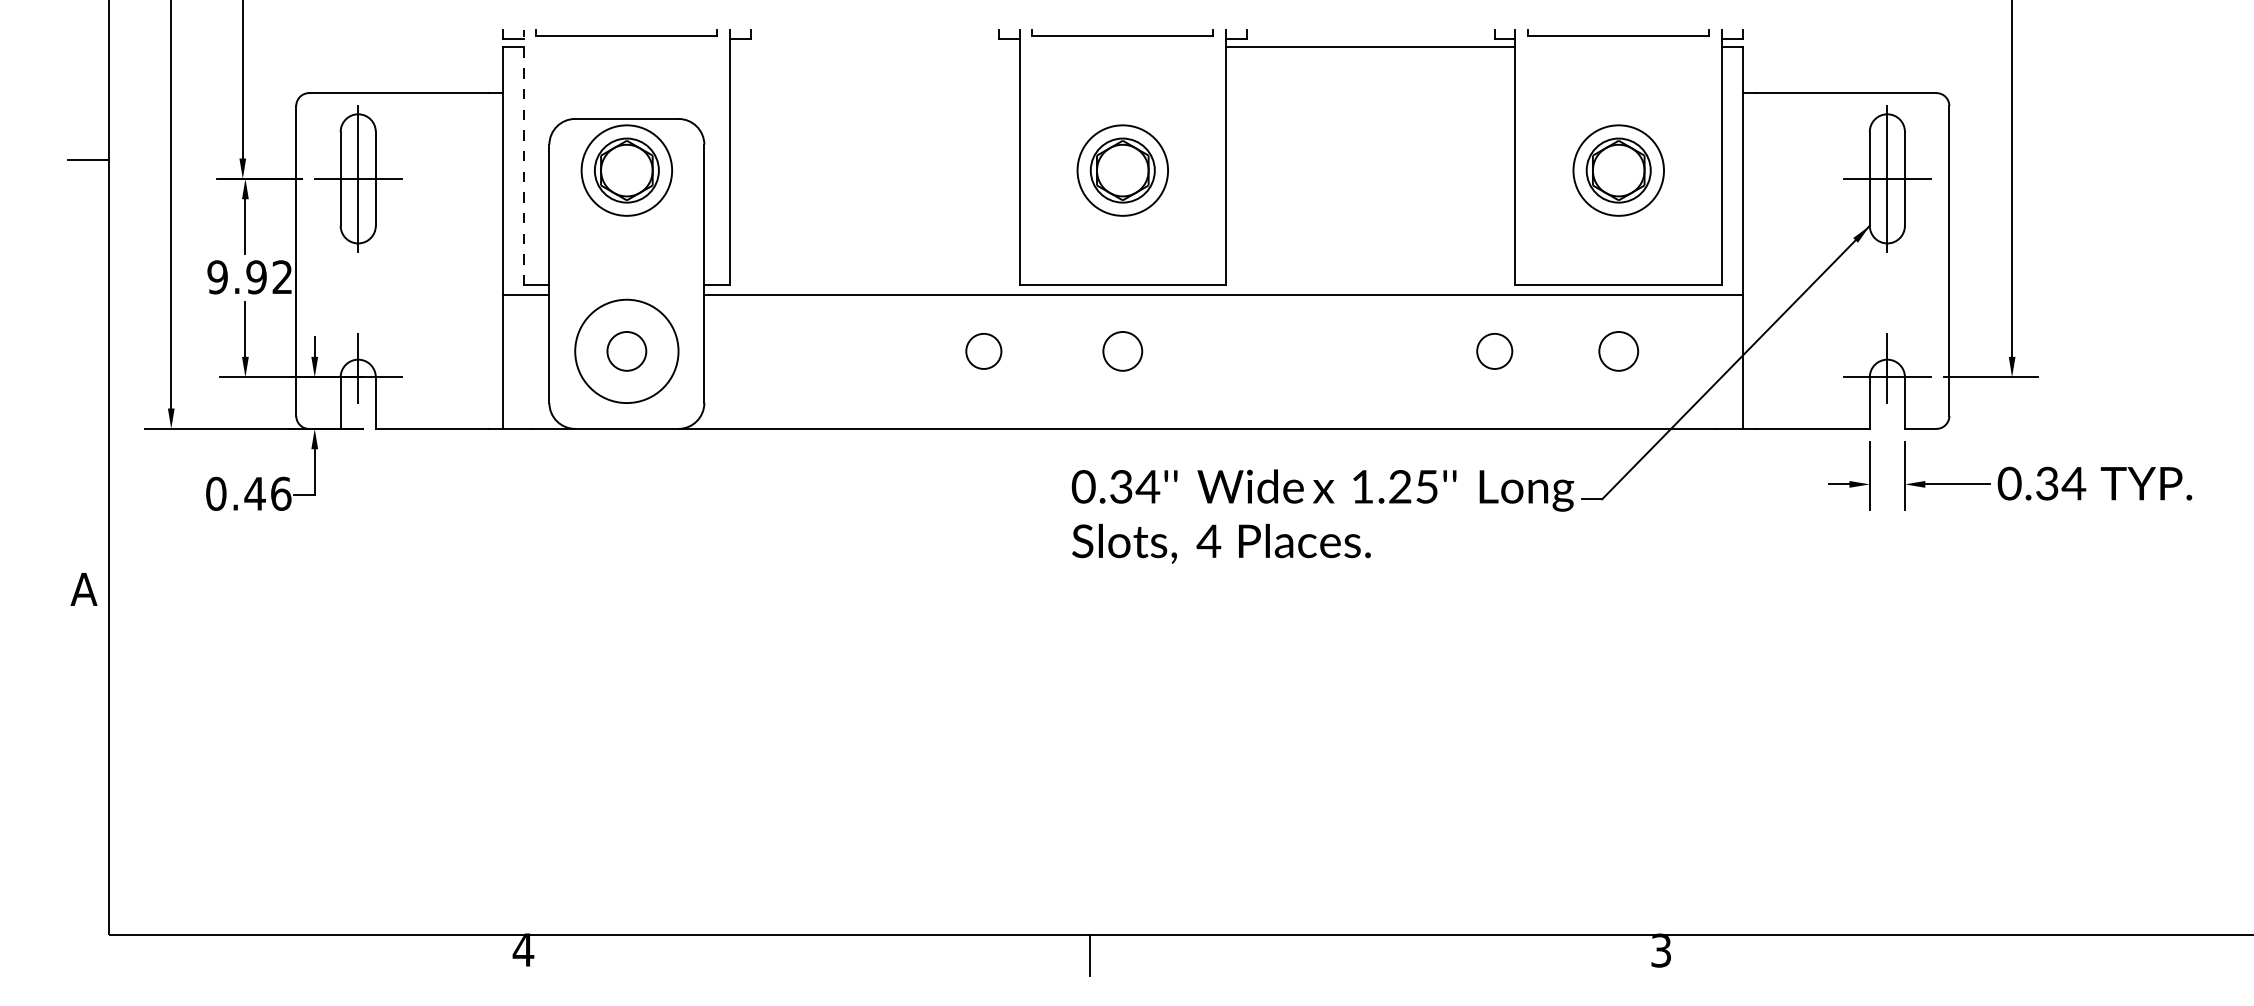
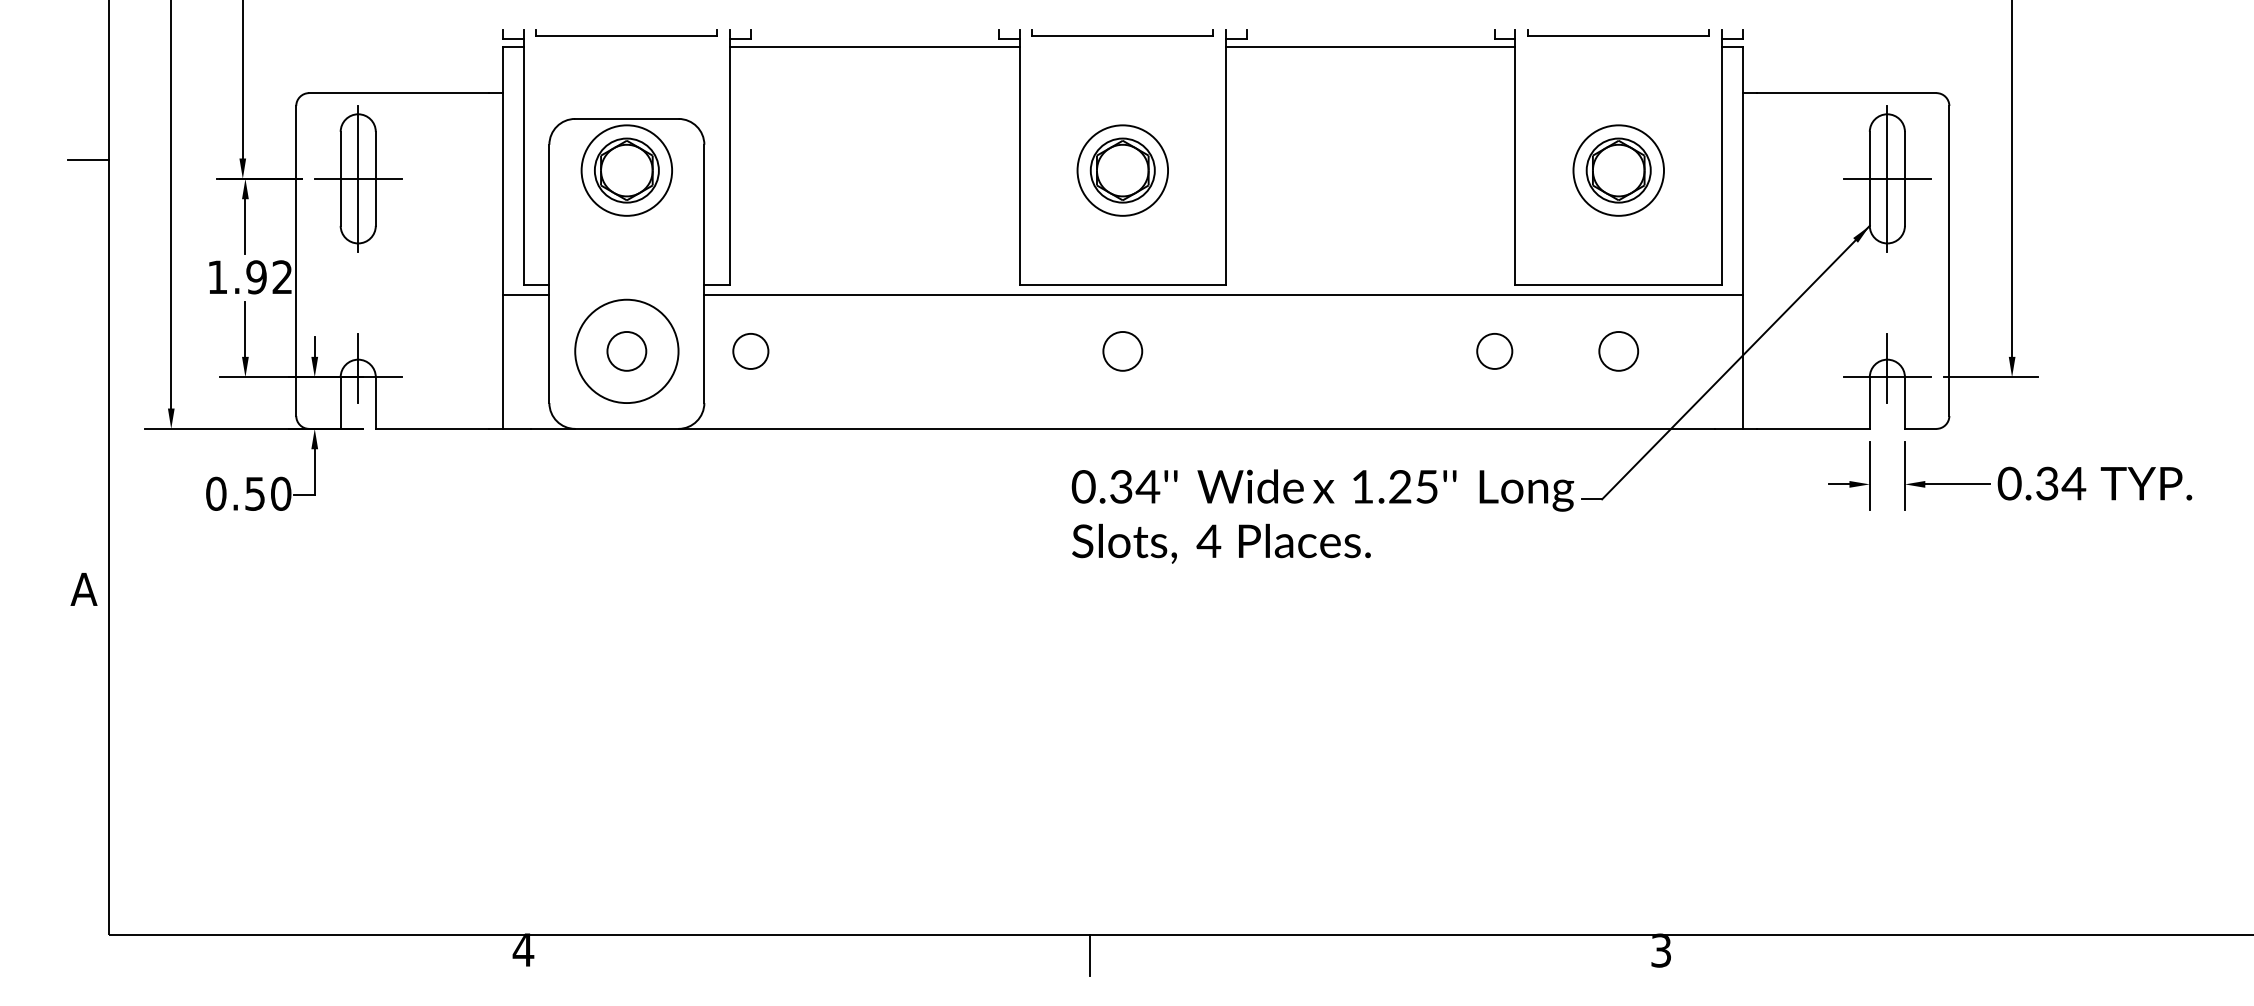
line at (874, 46): none -> present
line at (523, 157): dashed -> solid
text at (217, 277): 9.92 -> 1.92
circle at (983, 351) position: (983, 351) -> (750, 351)
text at (267, 493): 0.46 -> 0.50
